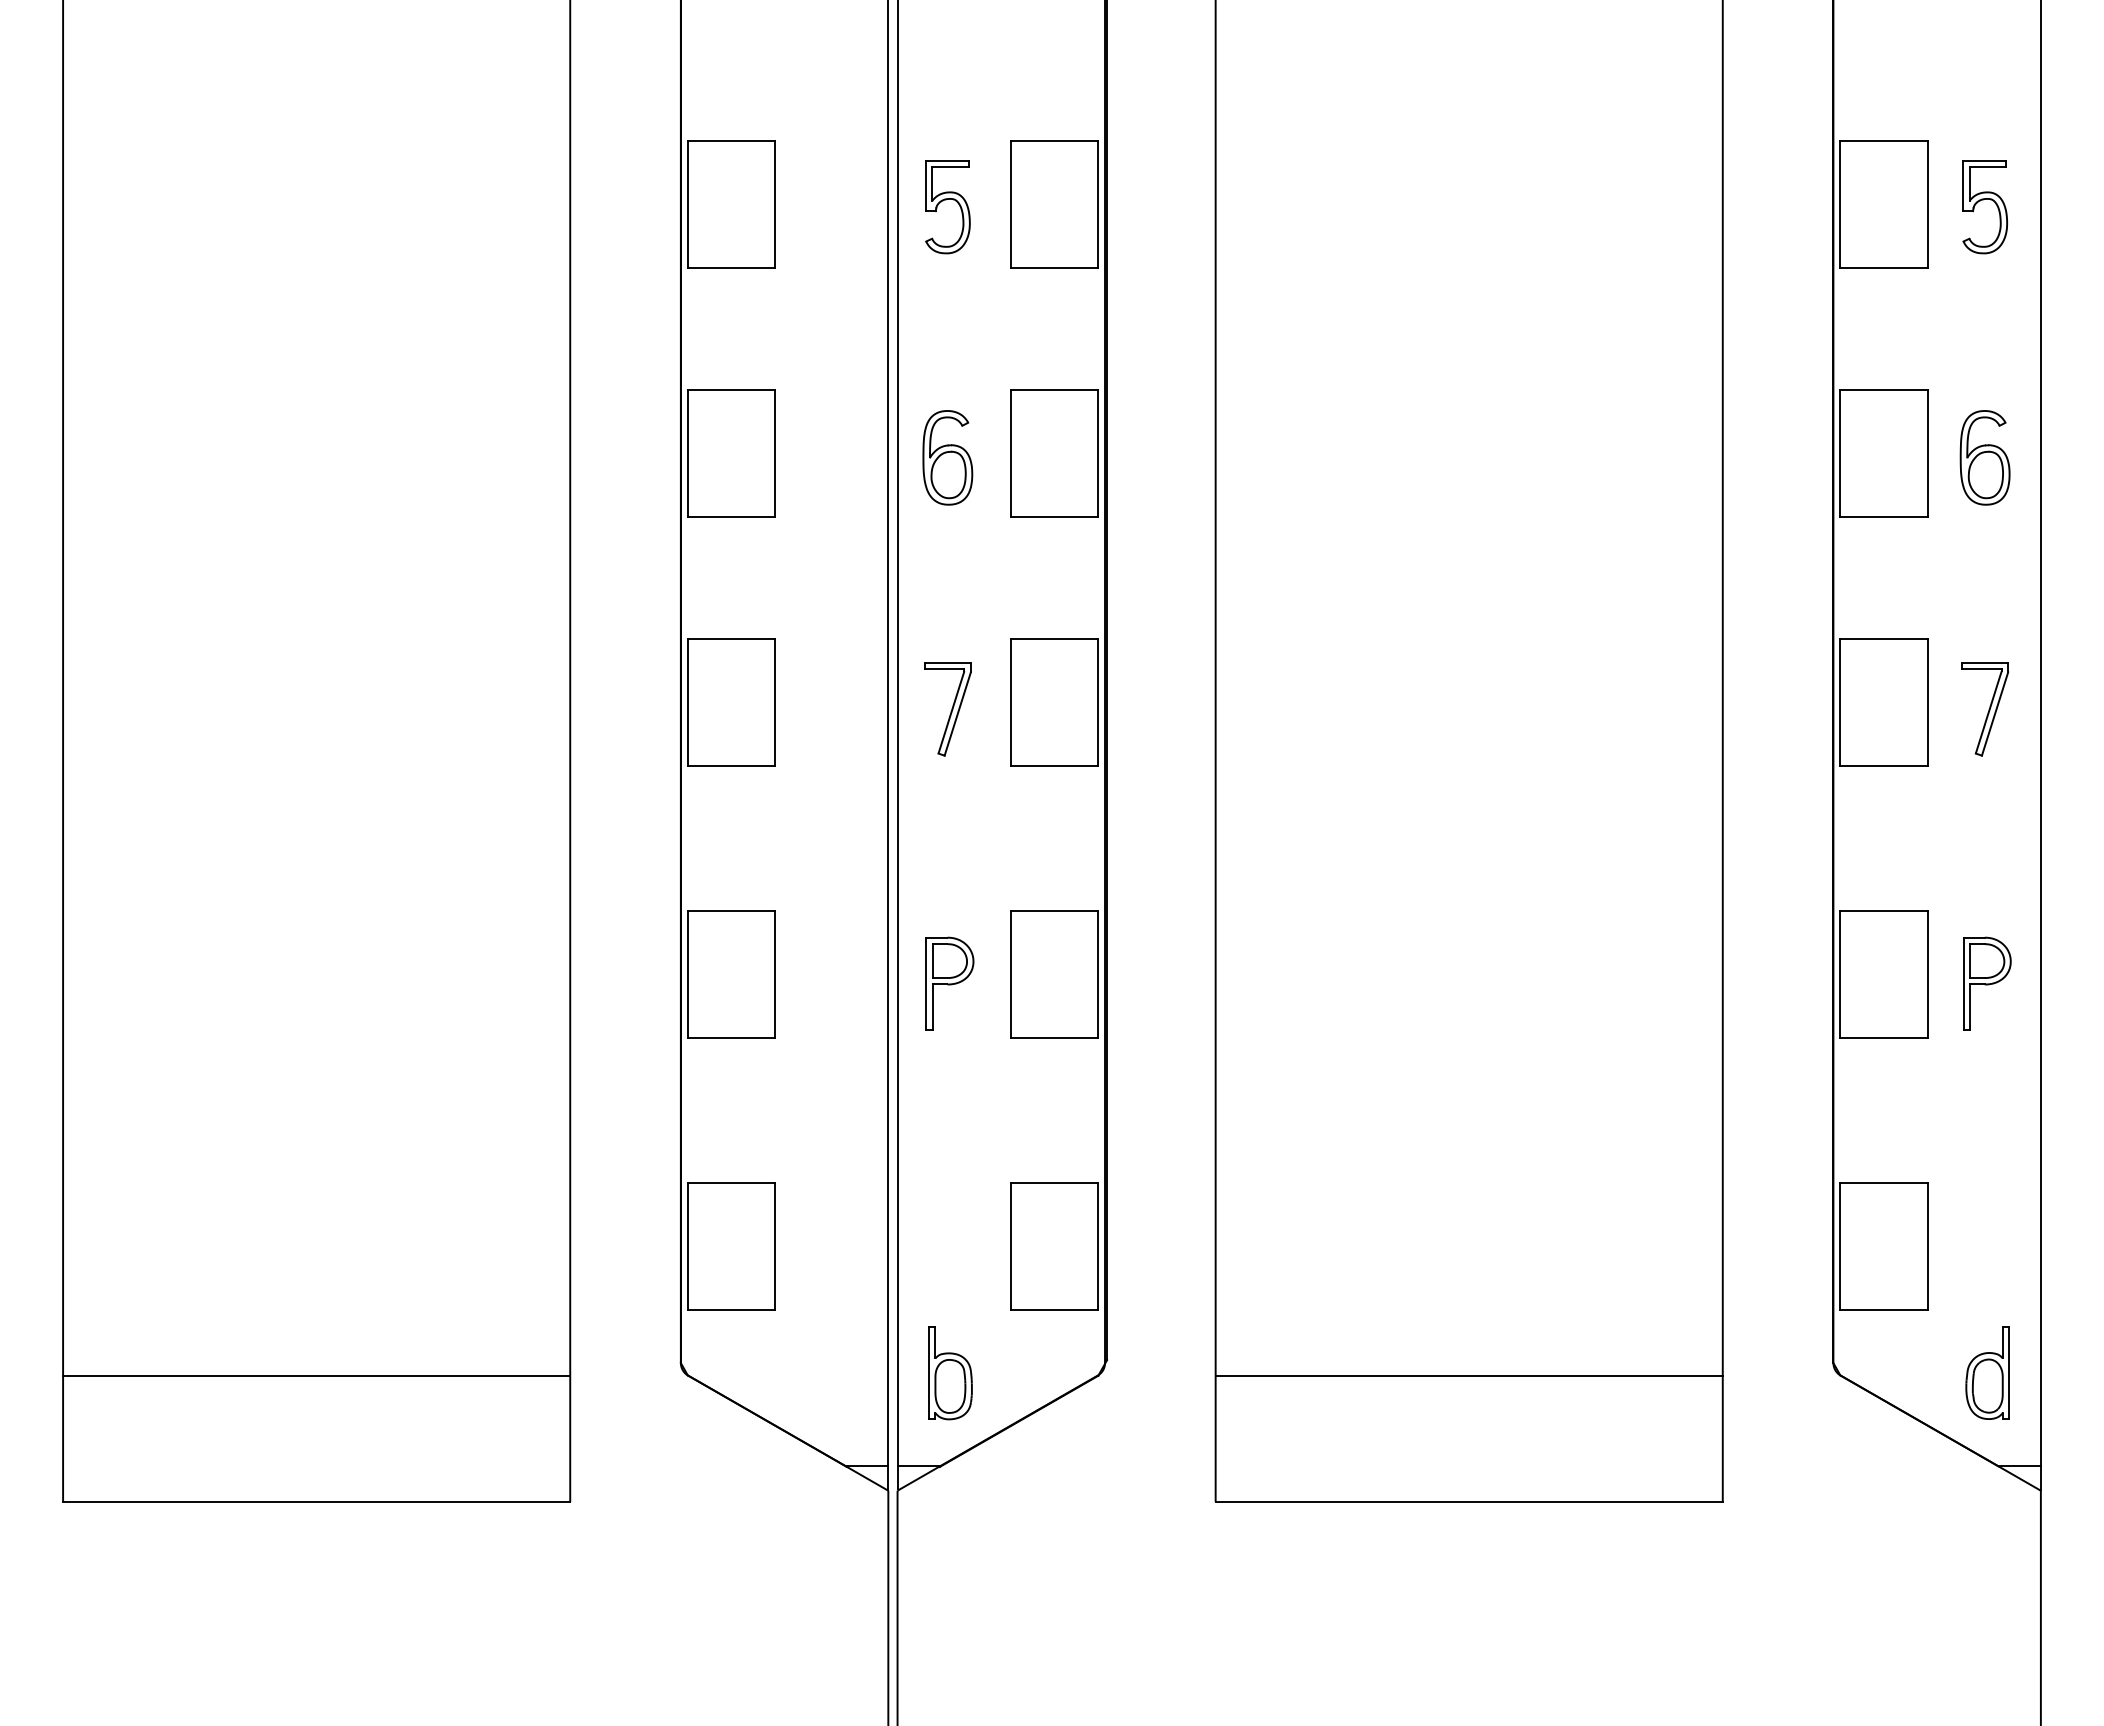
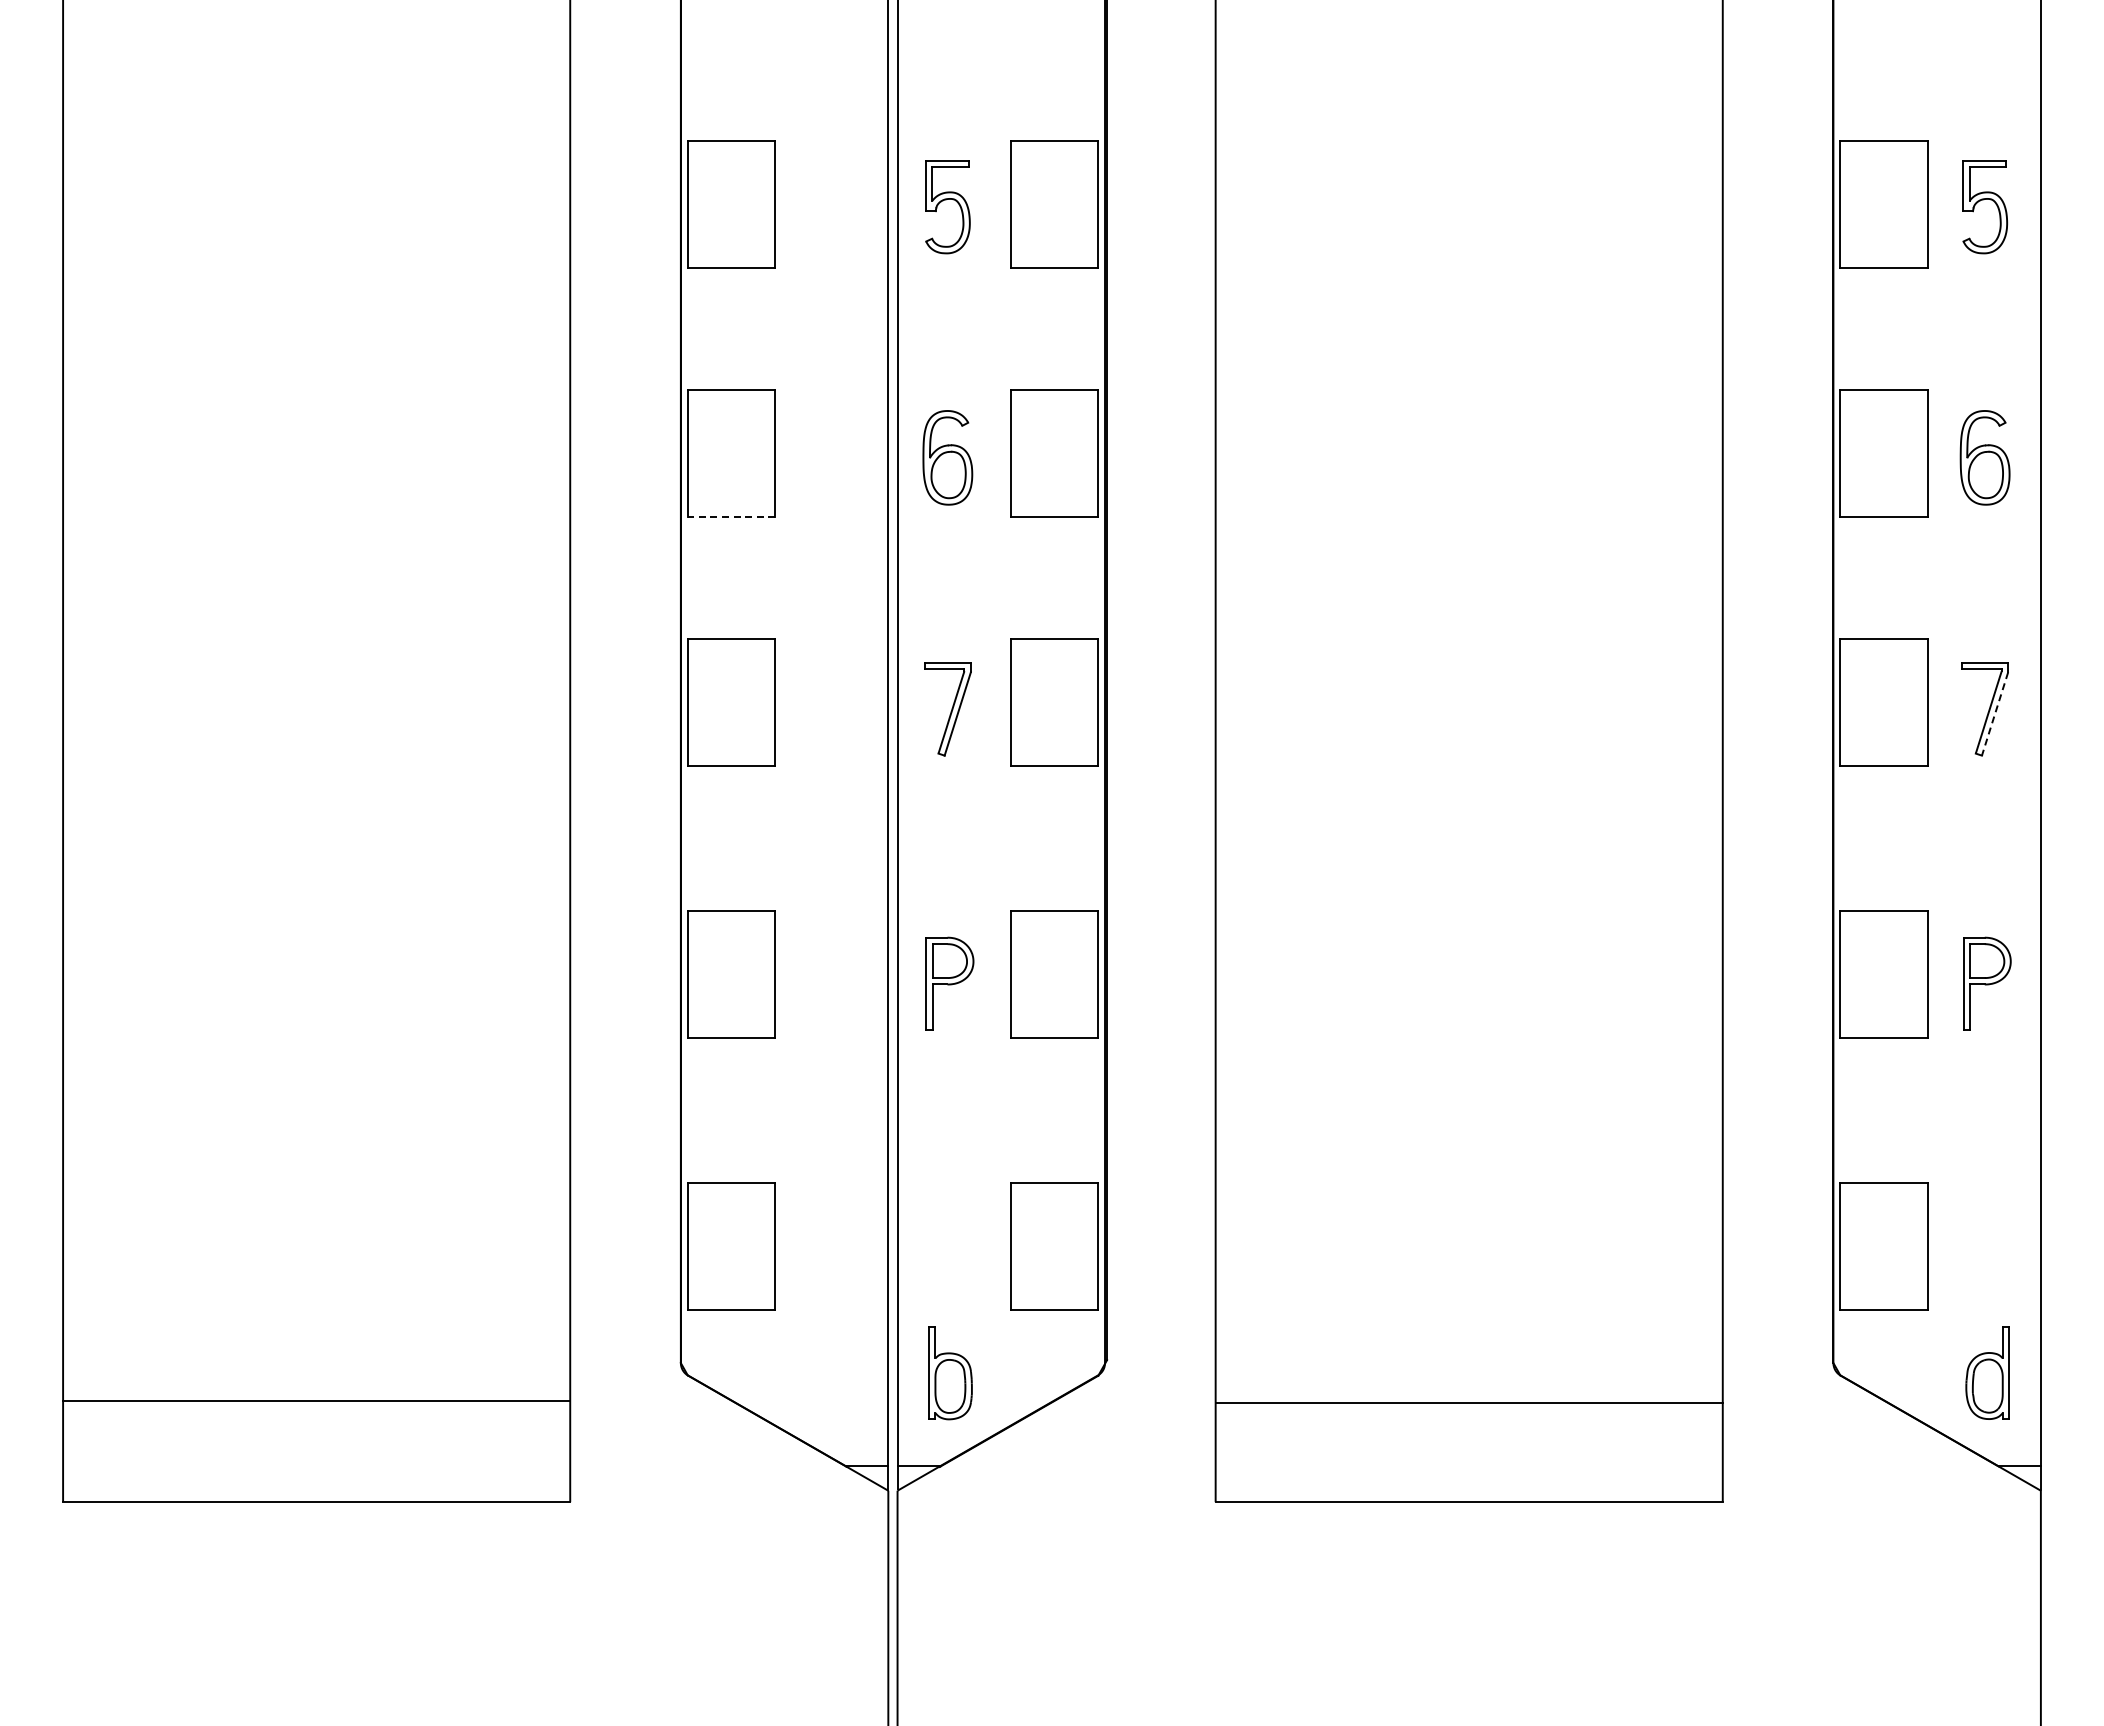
line at (731, 516): solid -> dashed
line at (1995, 713): solid -> dashed
line at (316, 1375) position: (316, 1375) -> (316, 1400)
line at (1468, 1375) position: (1468, 1375) -> (1468, 1402)
